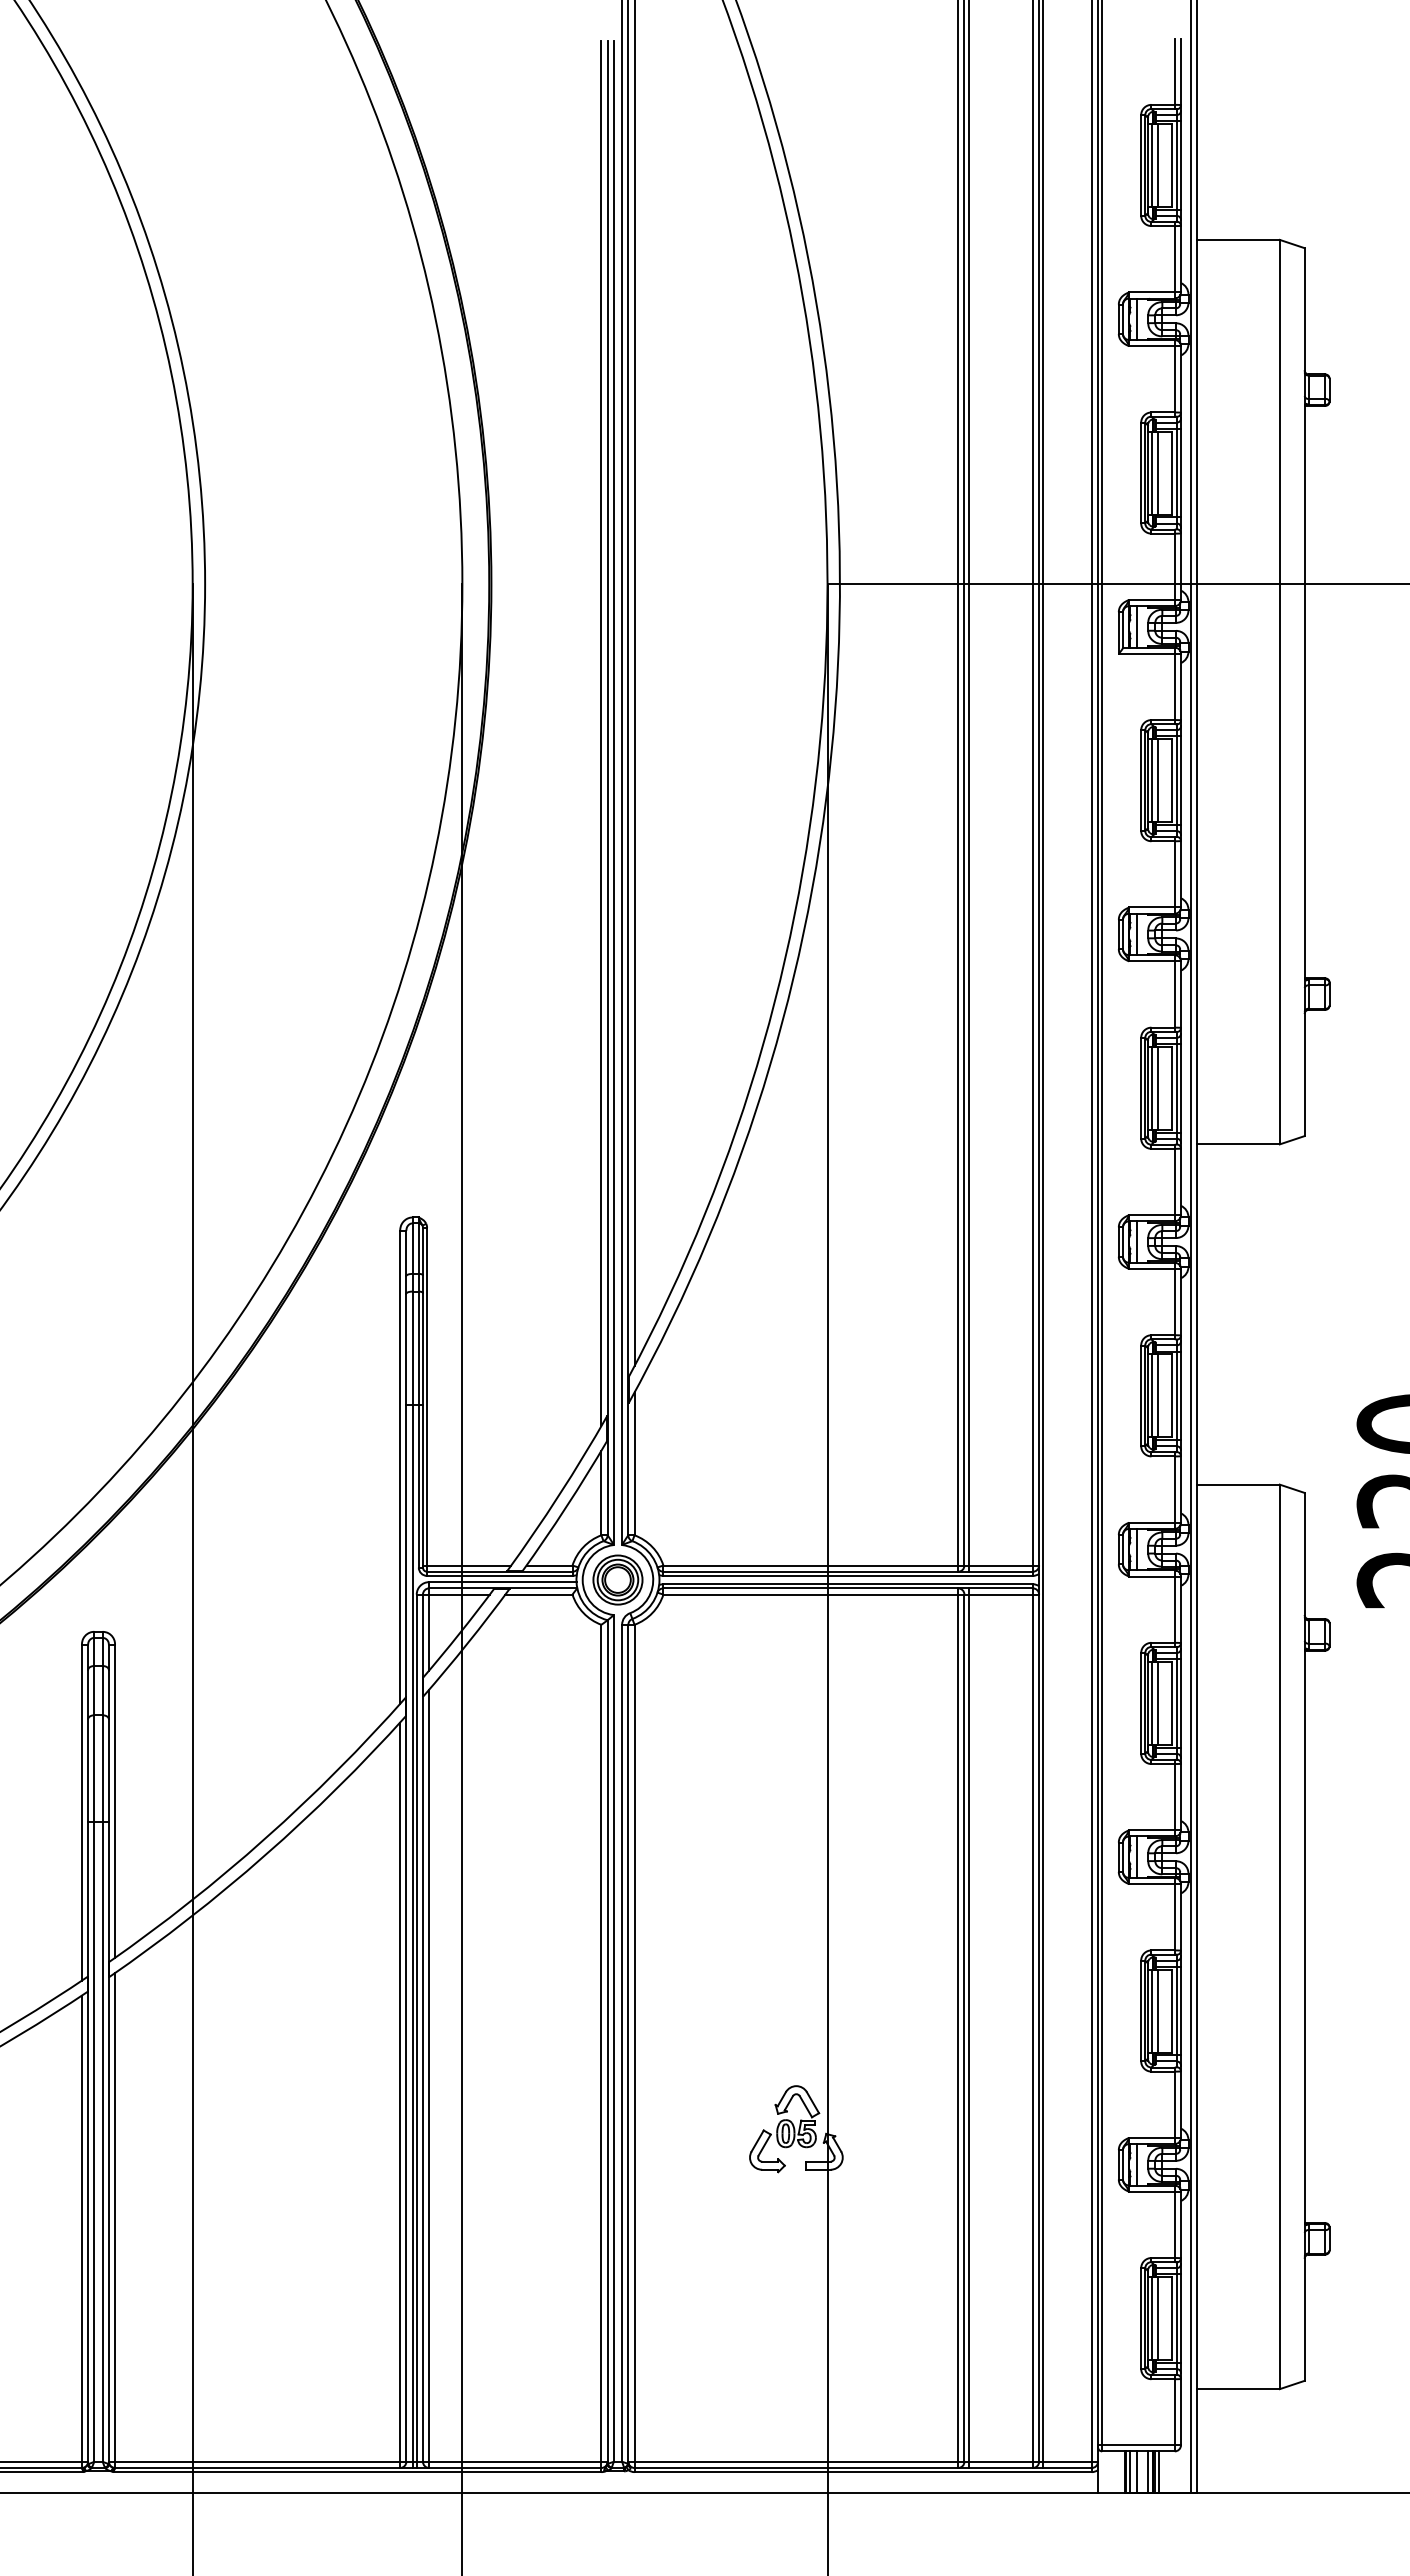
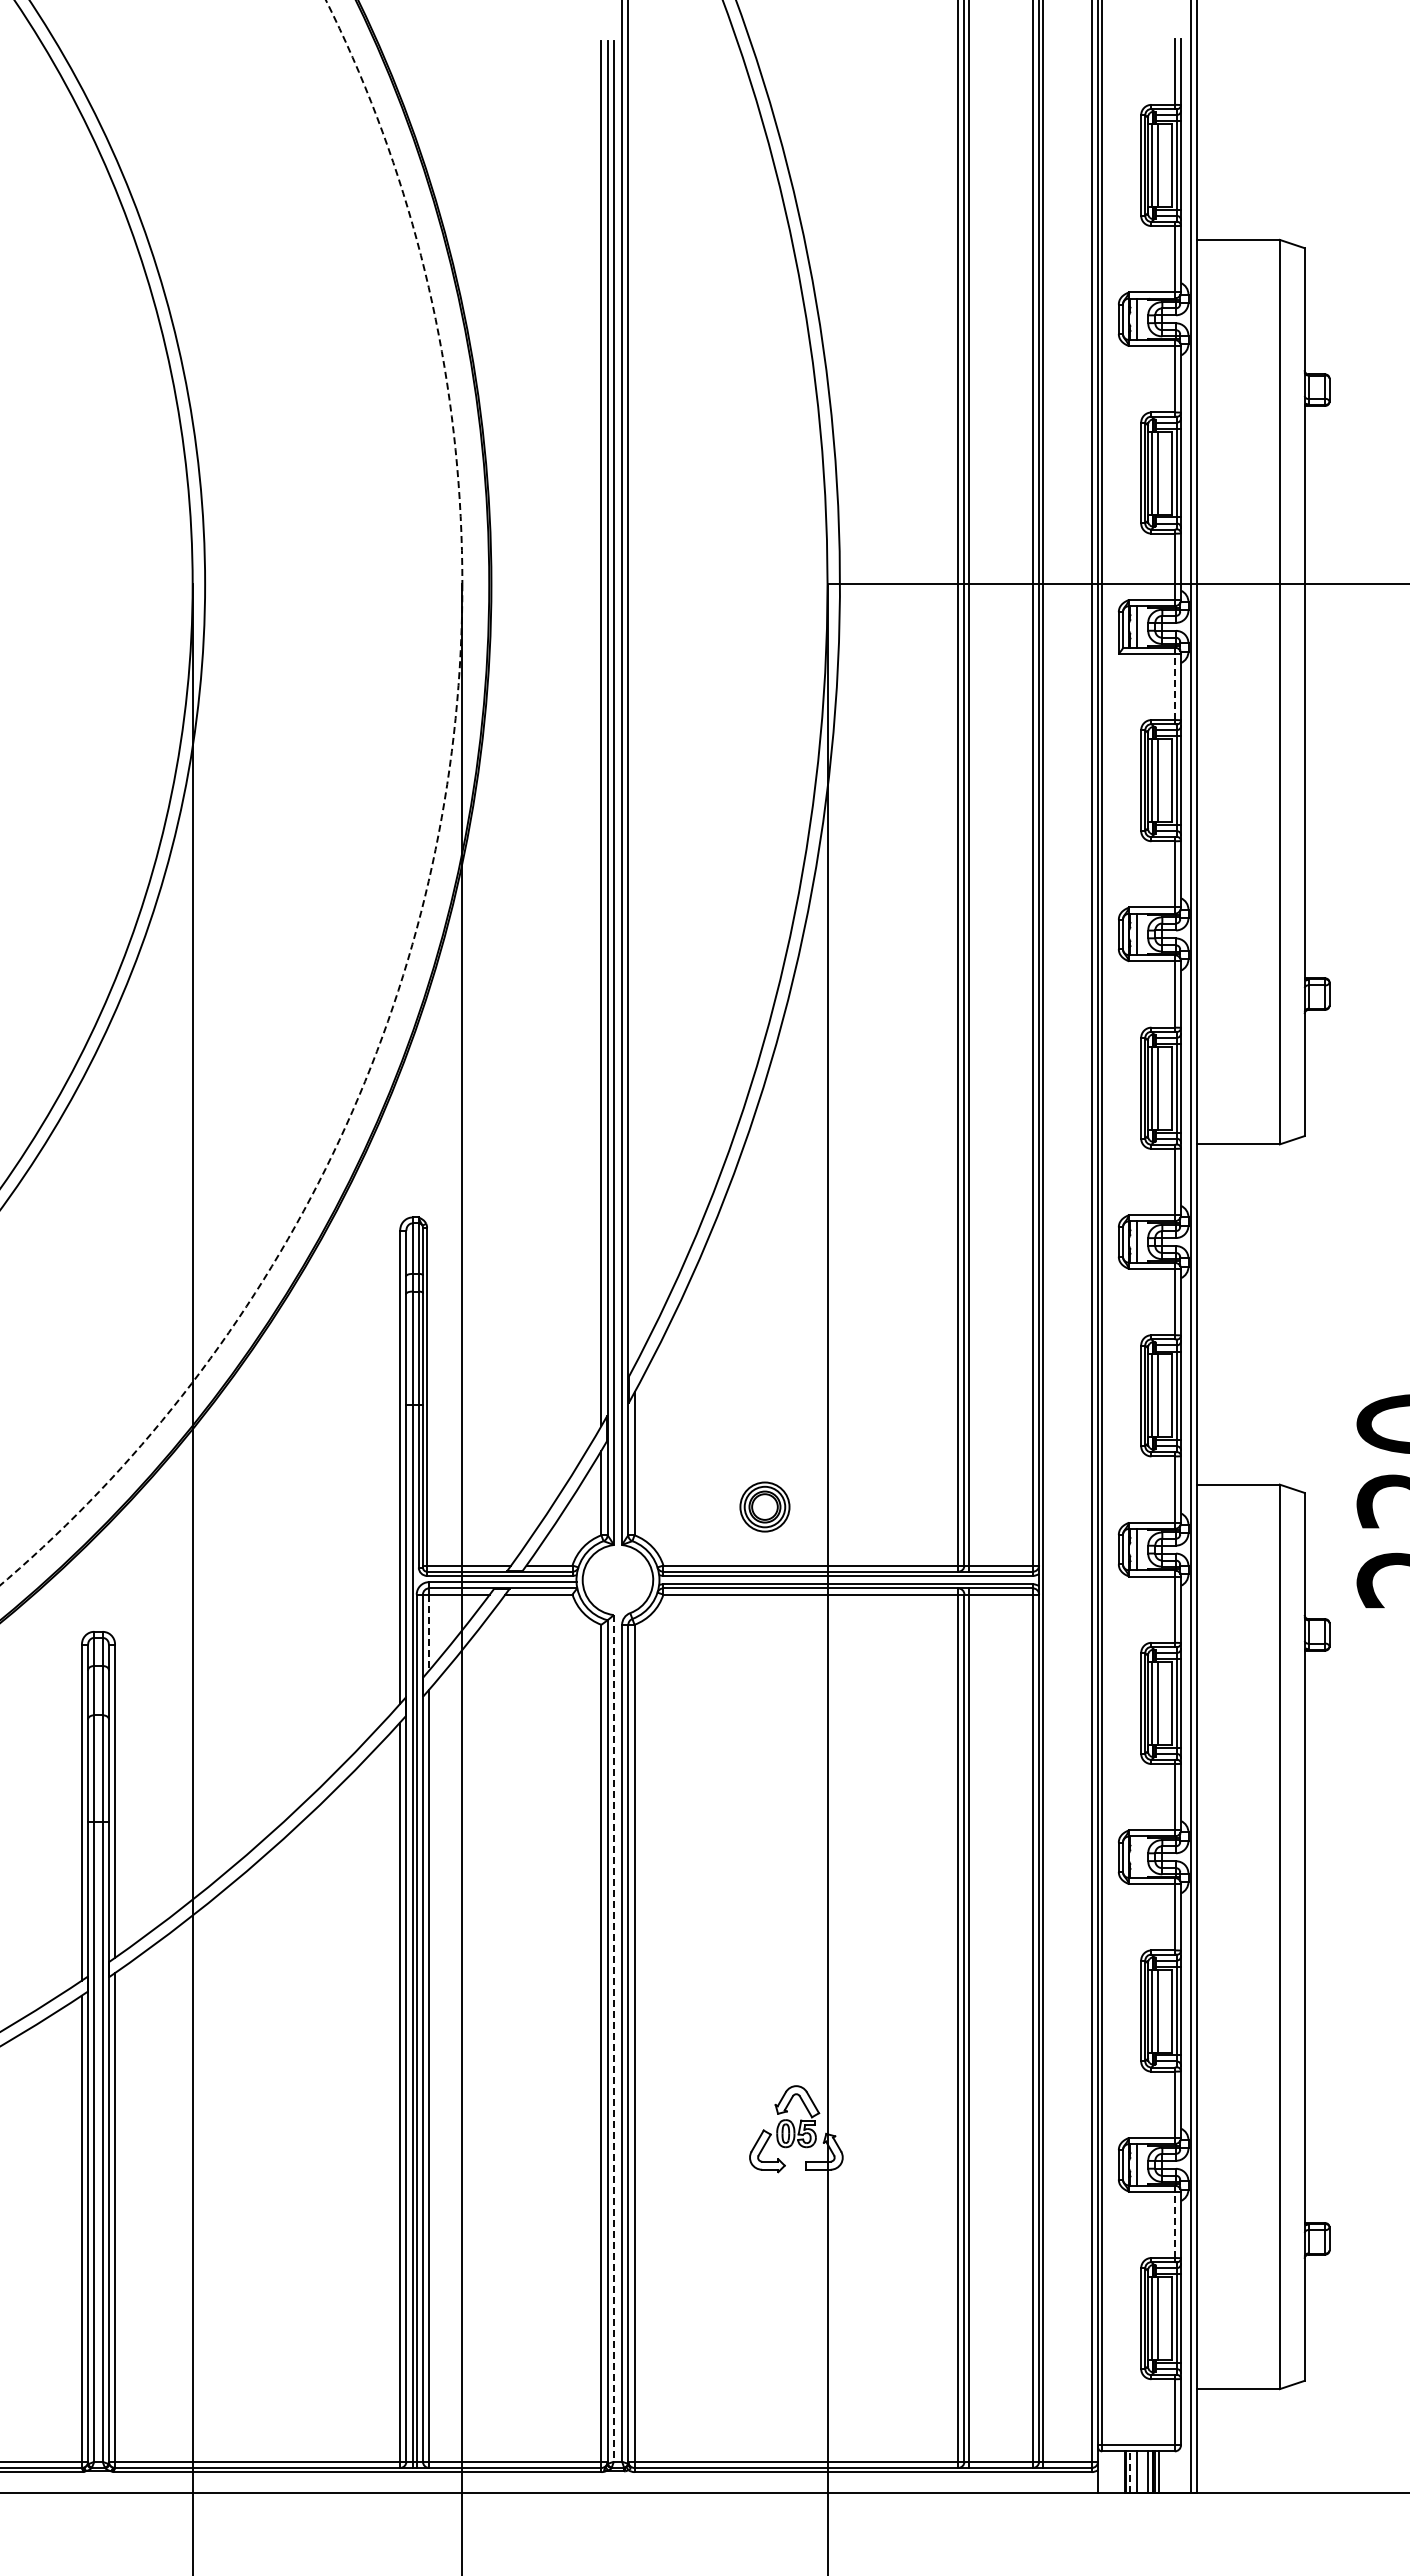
line at (634, 684): present -> none
line at (1174, 686): solid -> dashed
circle at (231, 792): solid -> dashed
part at (617, 1579) position: (617, 1579) -> (764, 1506)
line at (429, 1632): solid -> dashed
line at (1137, 1856): present -> none
line at (613, 2038): solid -> dashed
line at (1174, 2224): solid -> dashed
line at (1130, 2472): solid -> dashed
